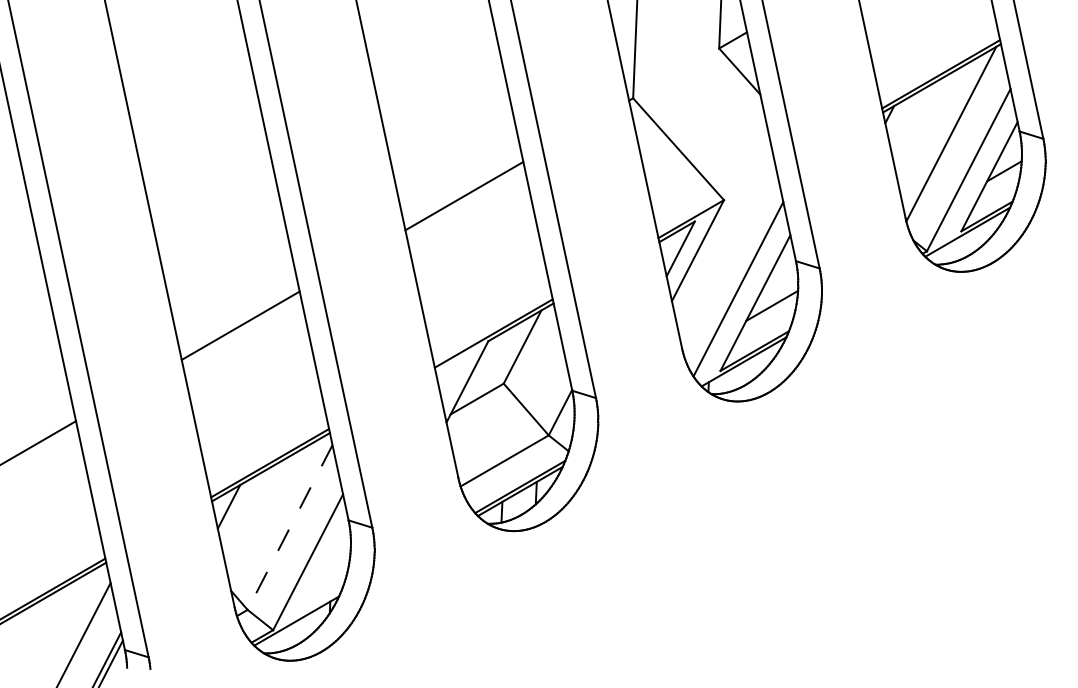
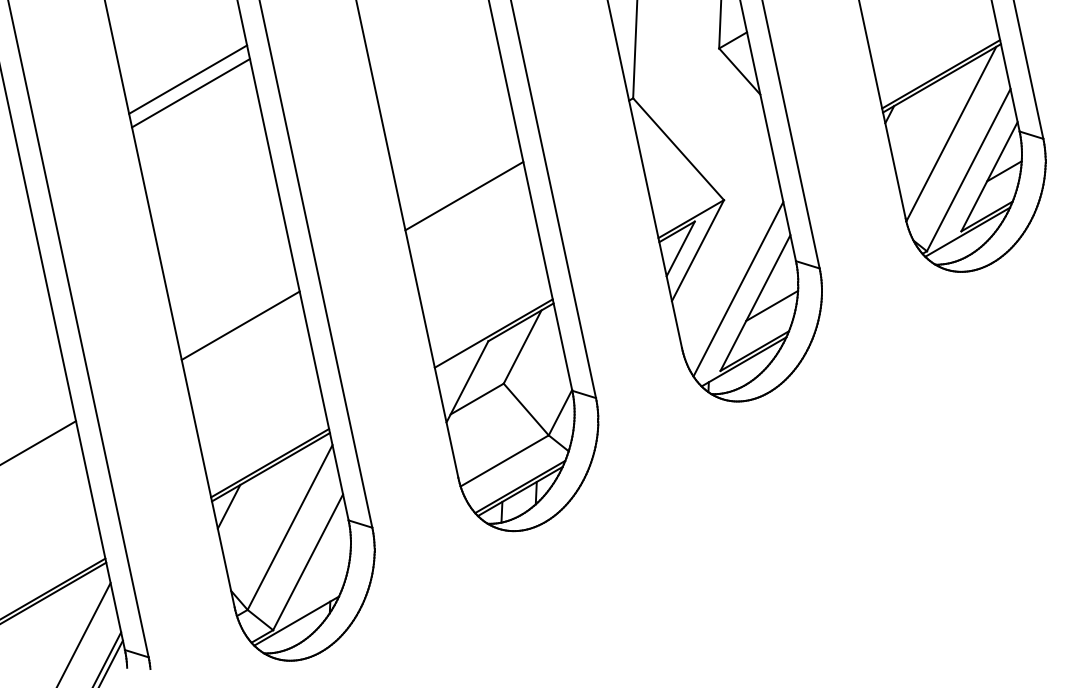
line at (188, 79): none -> present
line at (190, 93): none -> present
line at (290, 527): dashed -> solid
